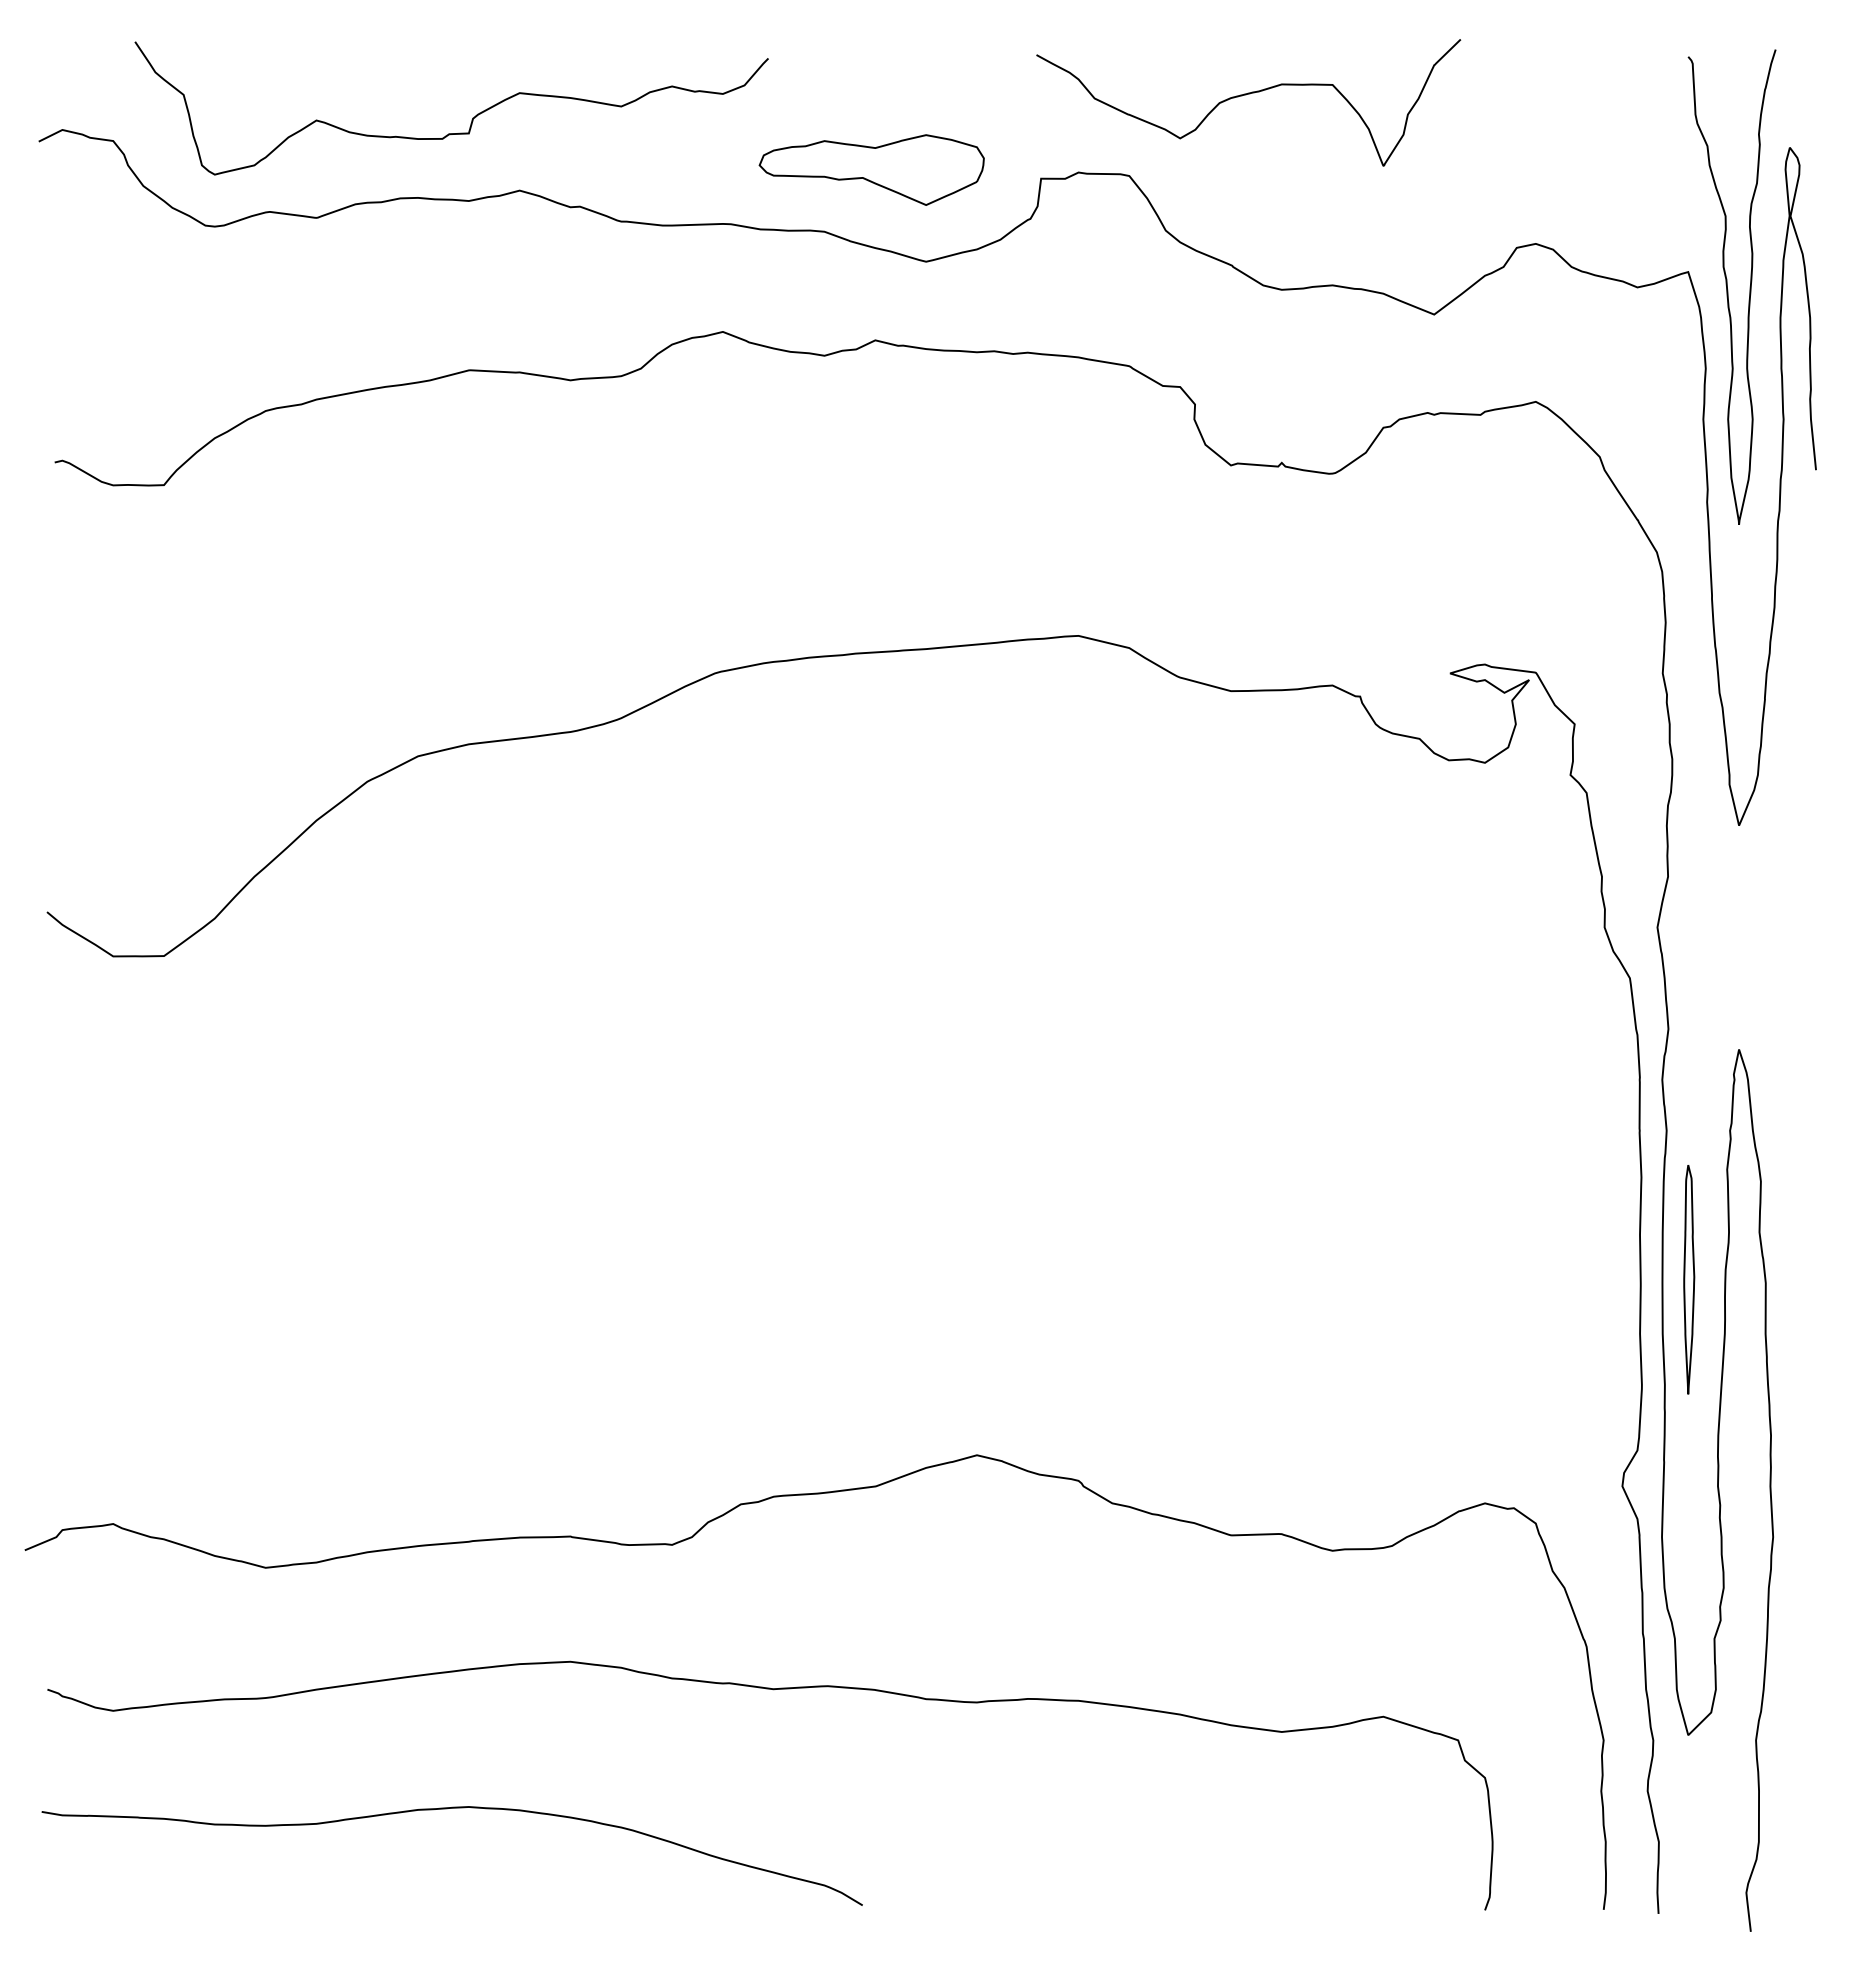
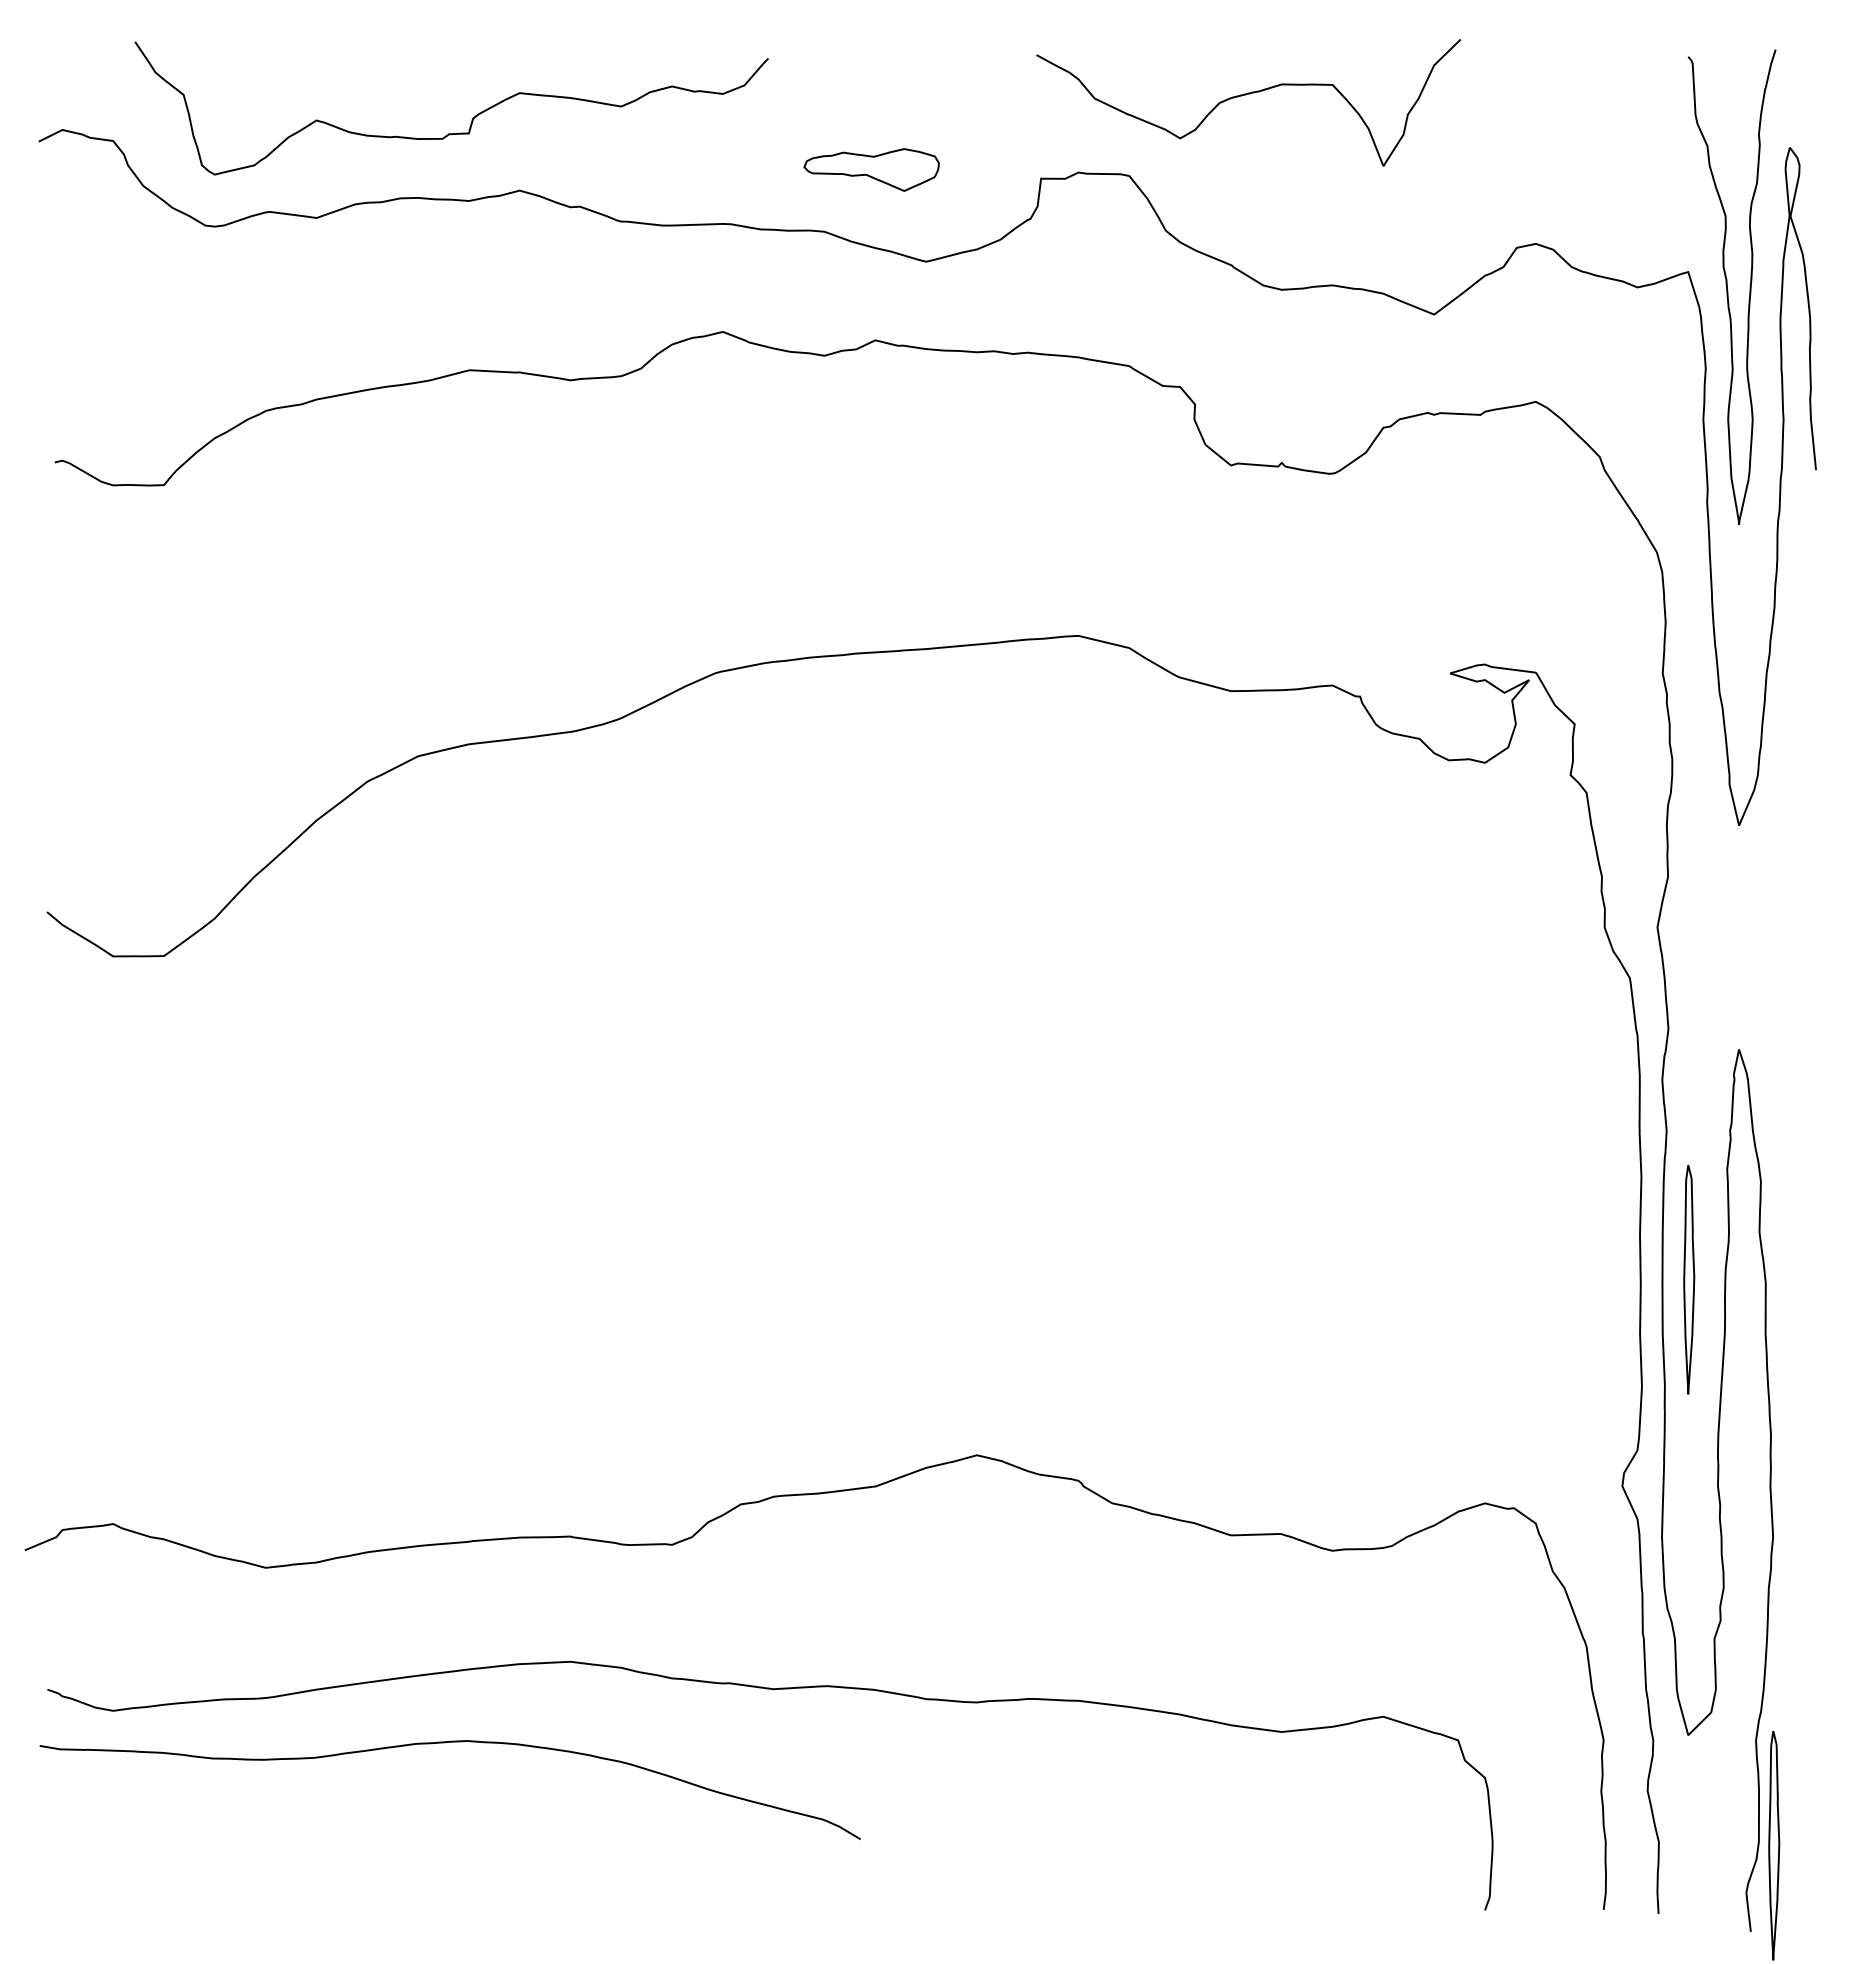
part at (871, 169) size: 227x72 px -> 137x44 px
curve at (447, 1809) position: (447, 1809) -> (445, 1743)
part at (1774, 1845): none -> present
